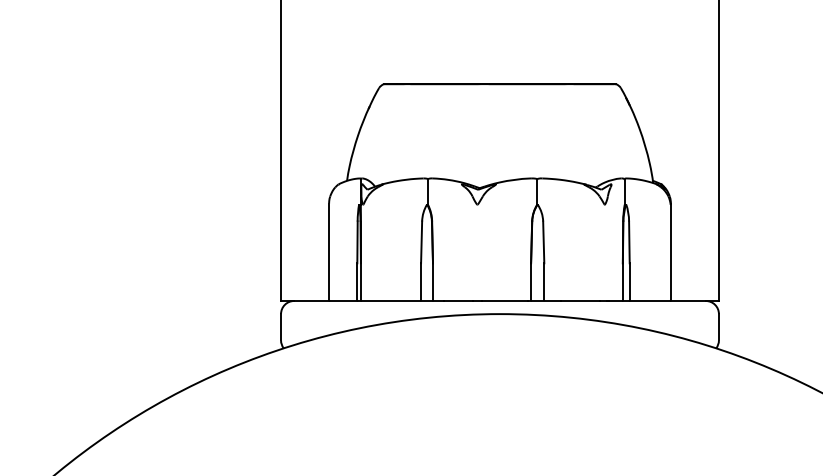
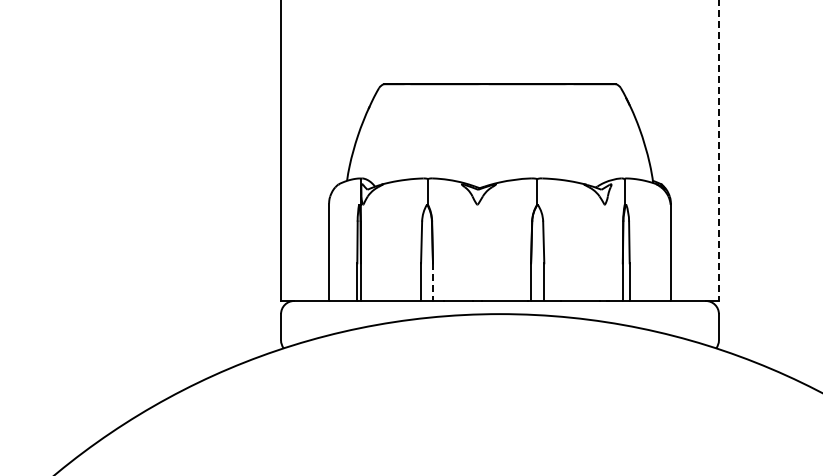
line at (718, 150): solid -> dashed
line at (433, 282): solid -> dashed
